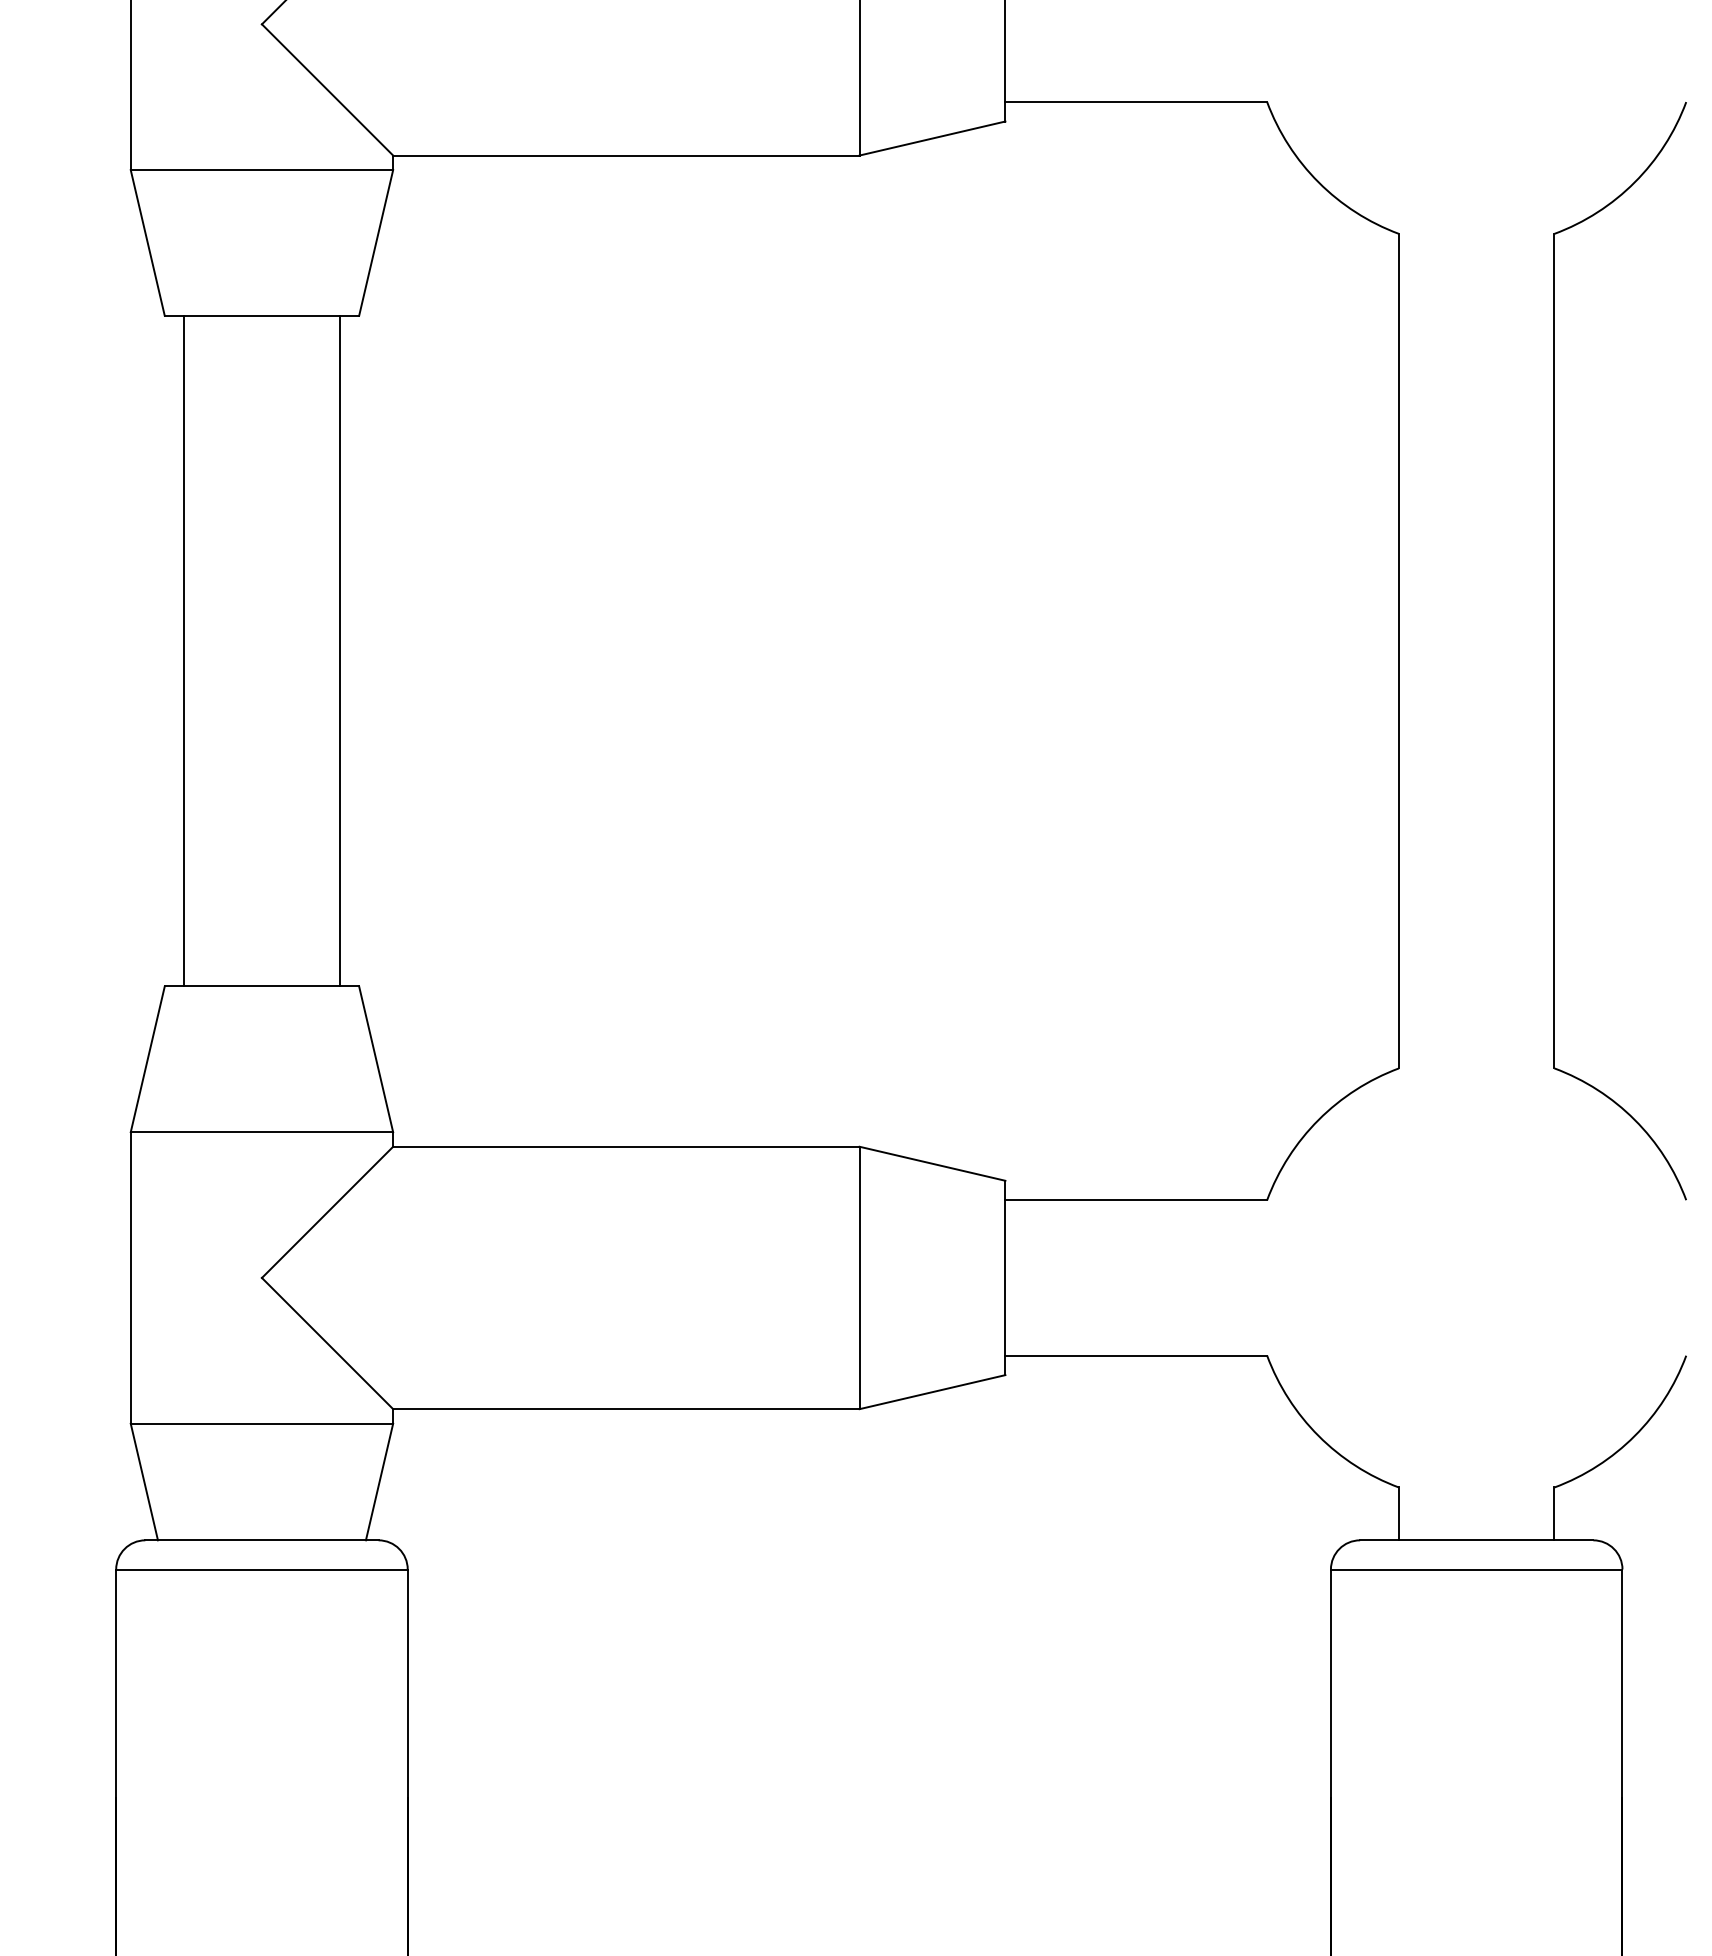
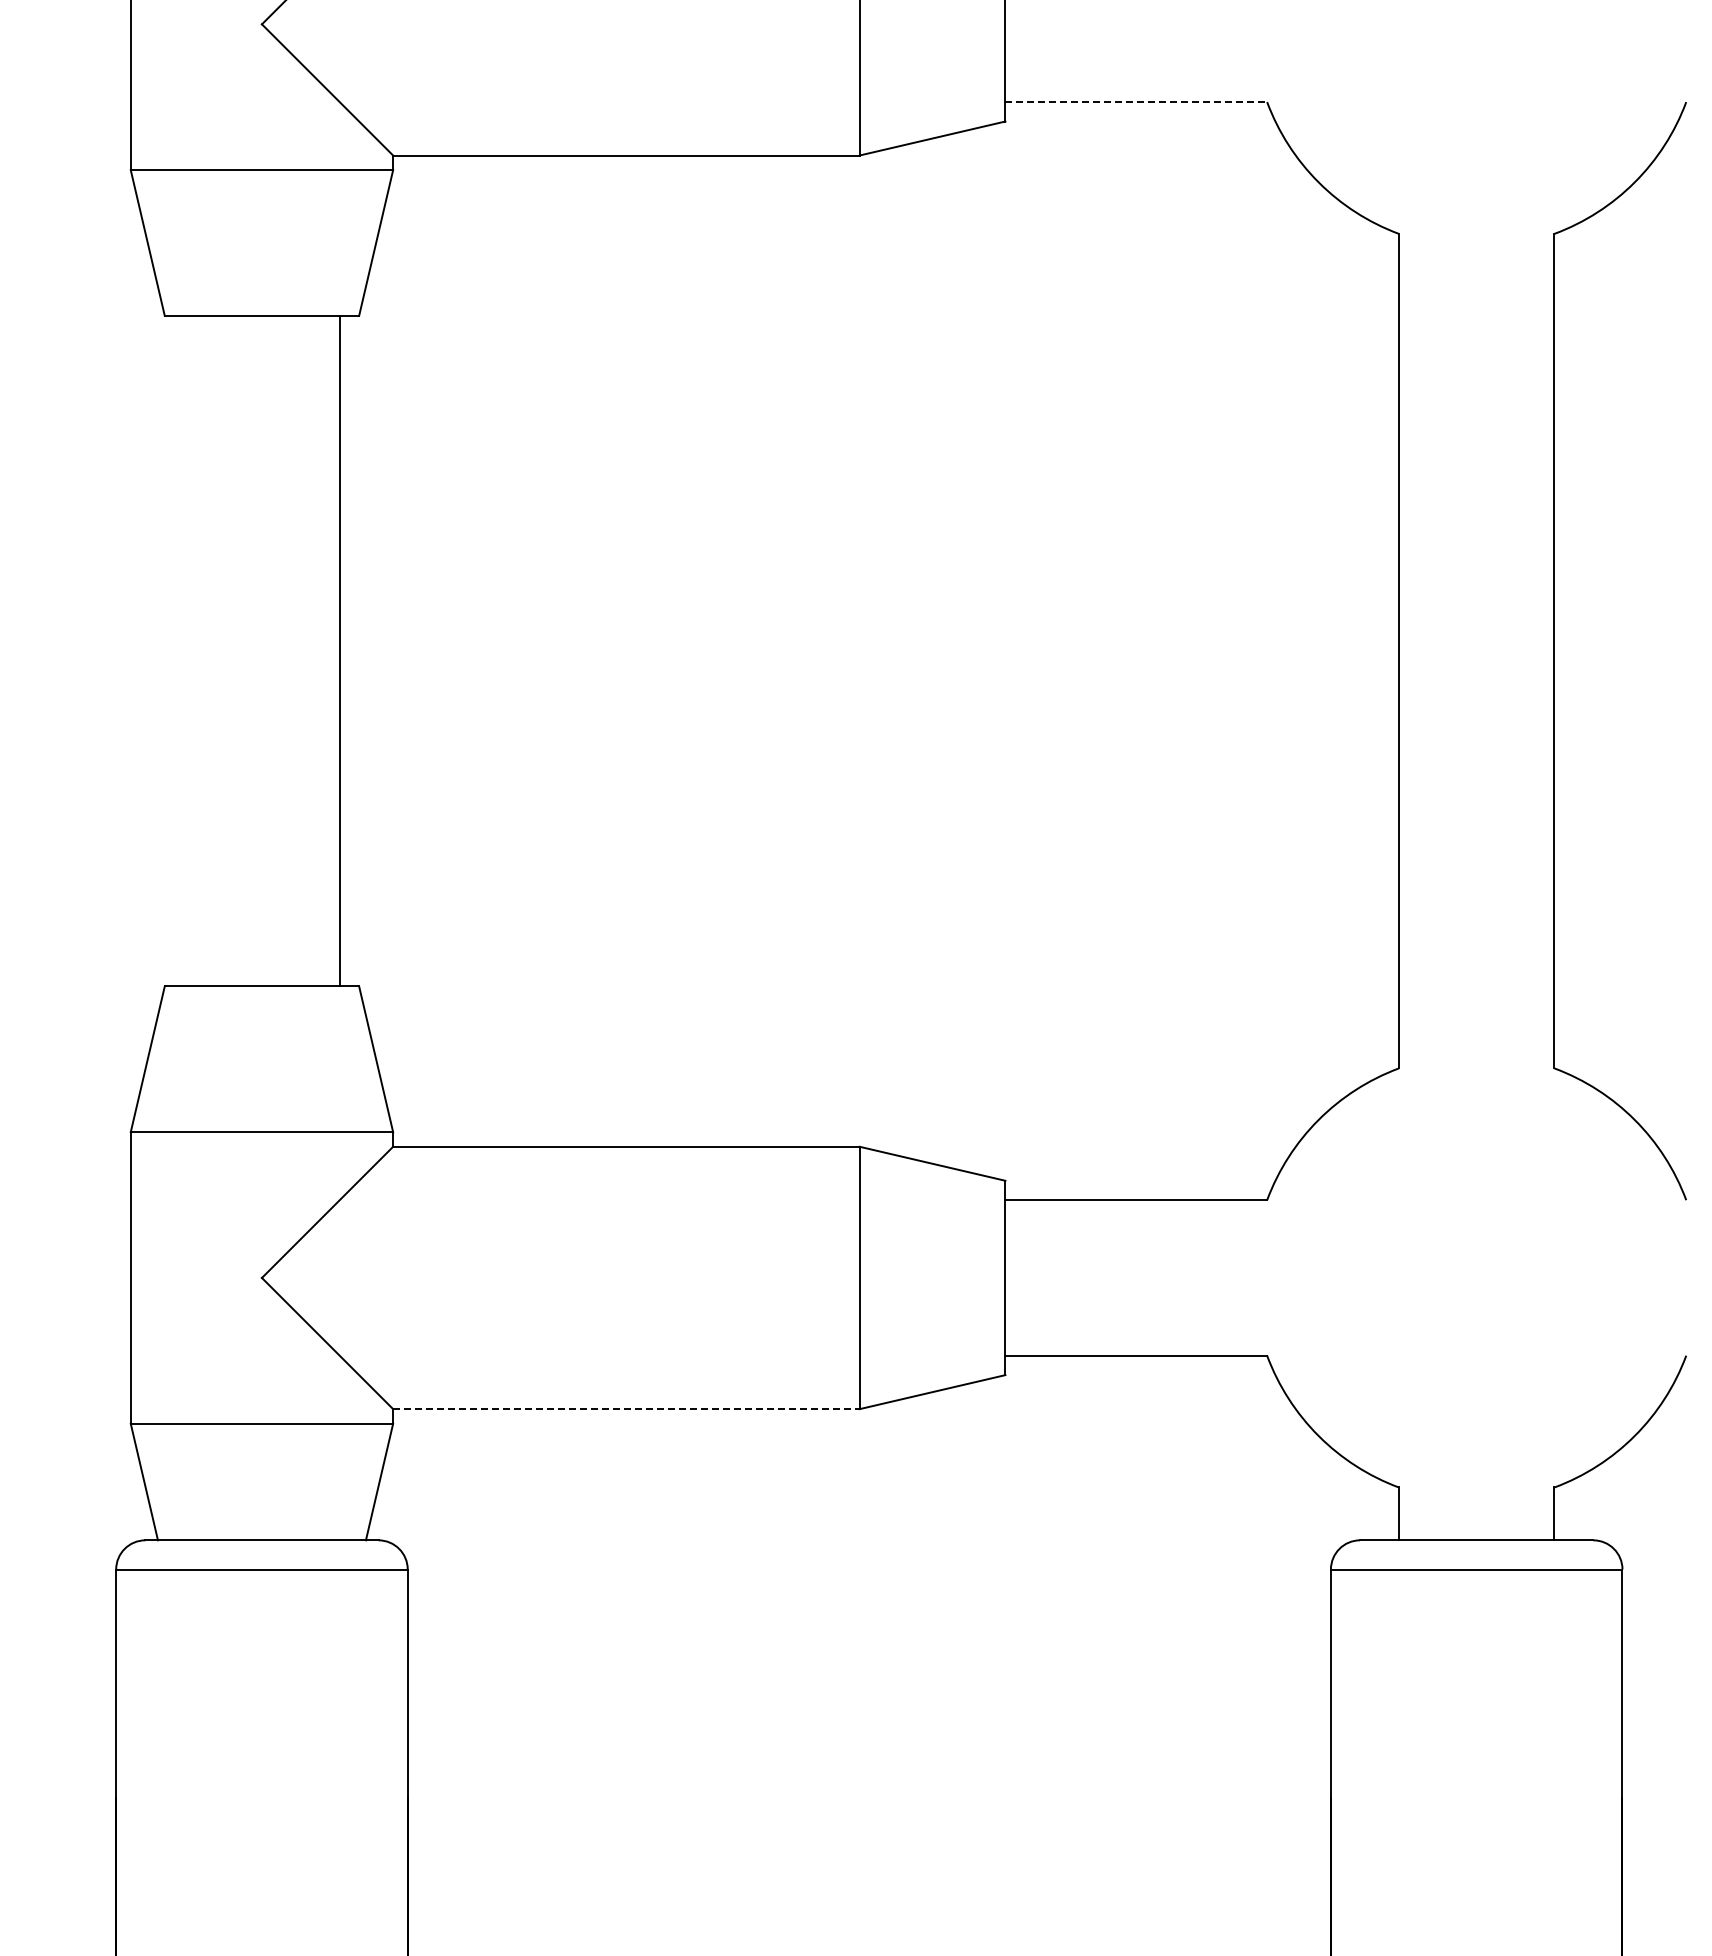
line at (1136, 102): solid -> dashed
line at (184, 650): present -> none
line at (626, 1409): solid -> dashed
